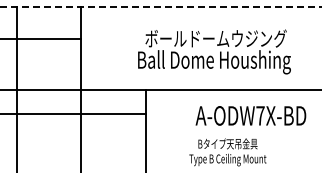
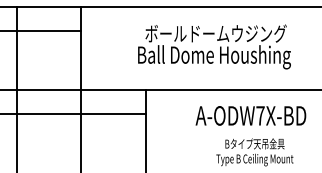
line at (161, 6): dashed -> solid
line at (41, 38) position: (41, 38) -> (41, 30)
text at (214, 51) position: (214, 51) -> (214, 46)
text at (227, 152) position: (227, 152) -> (254, 152)
